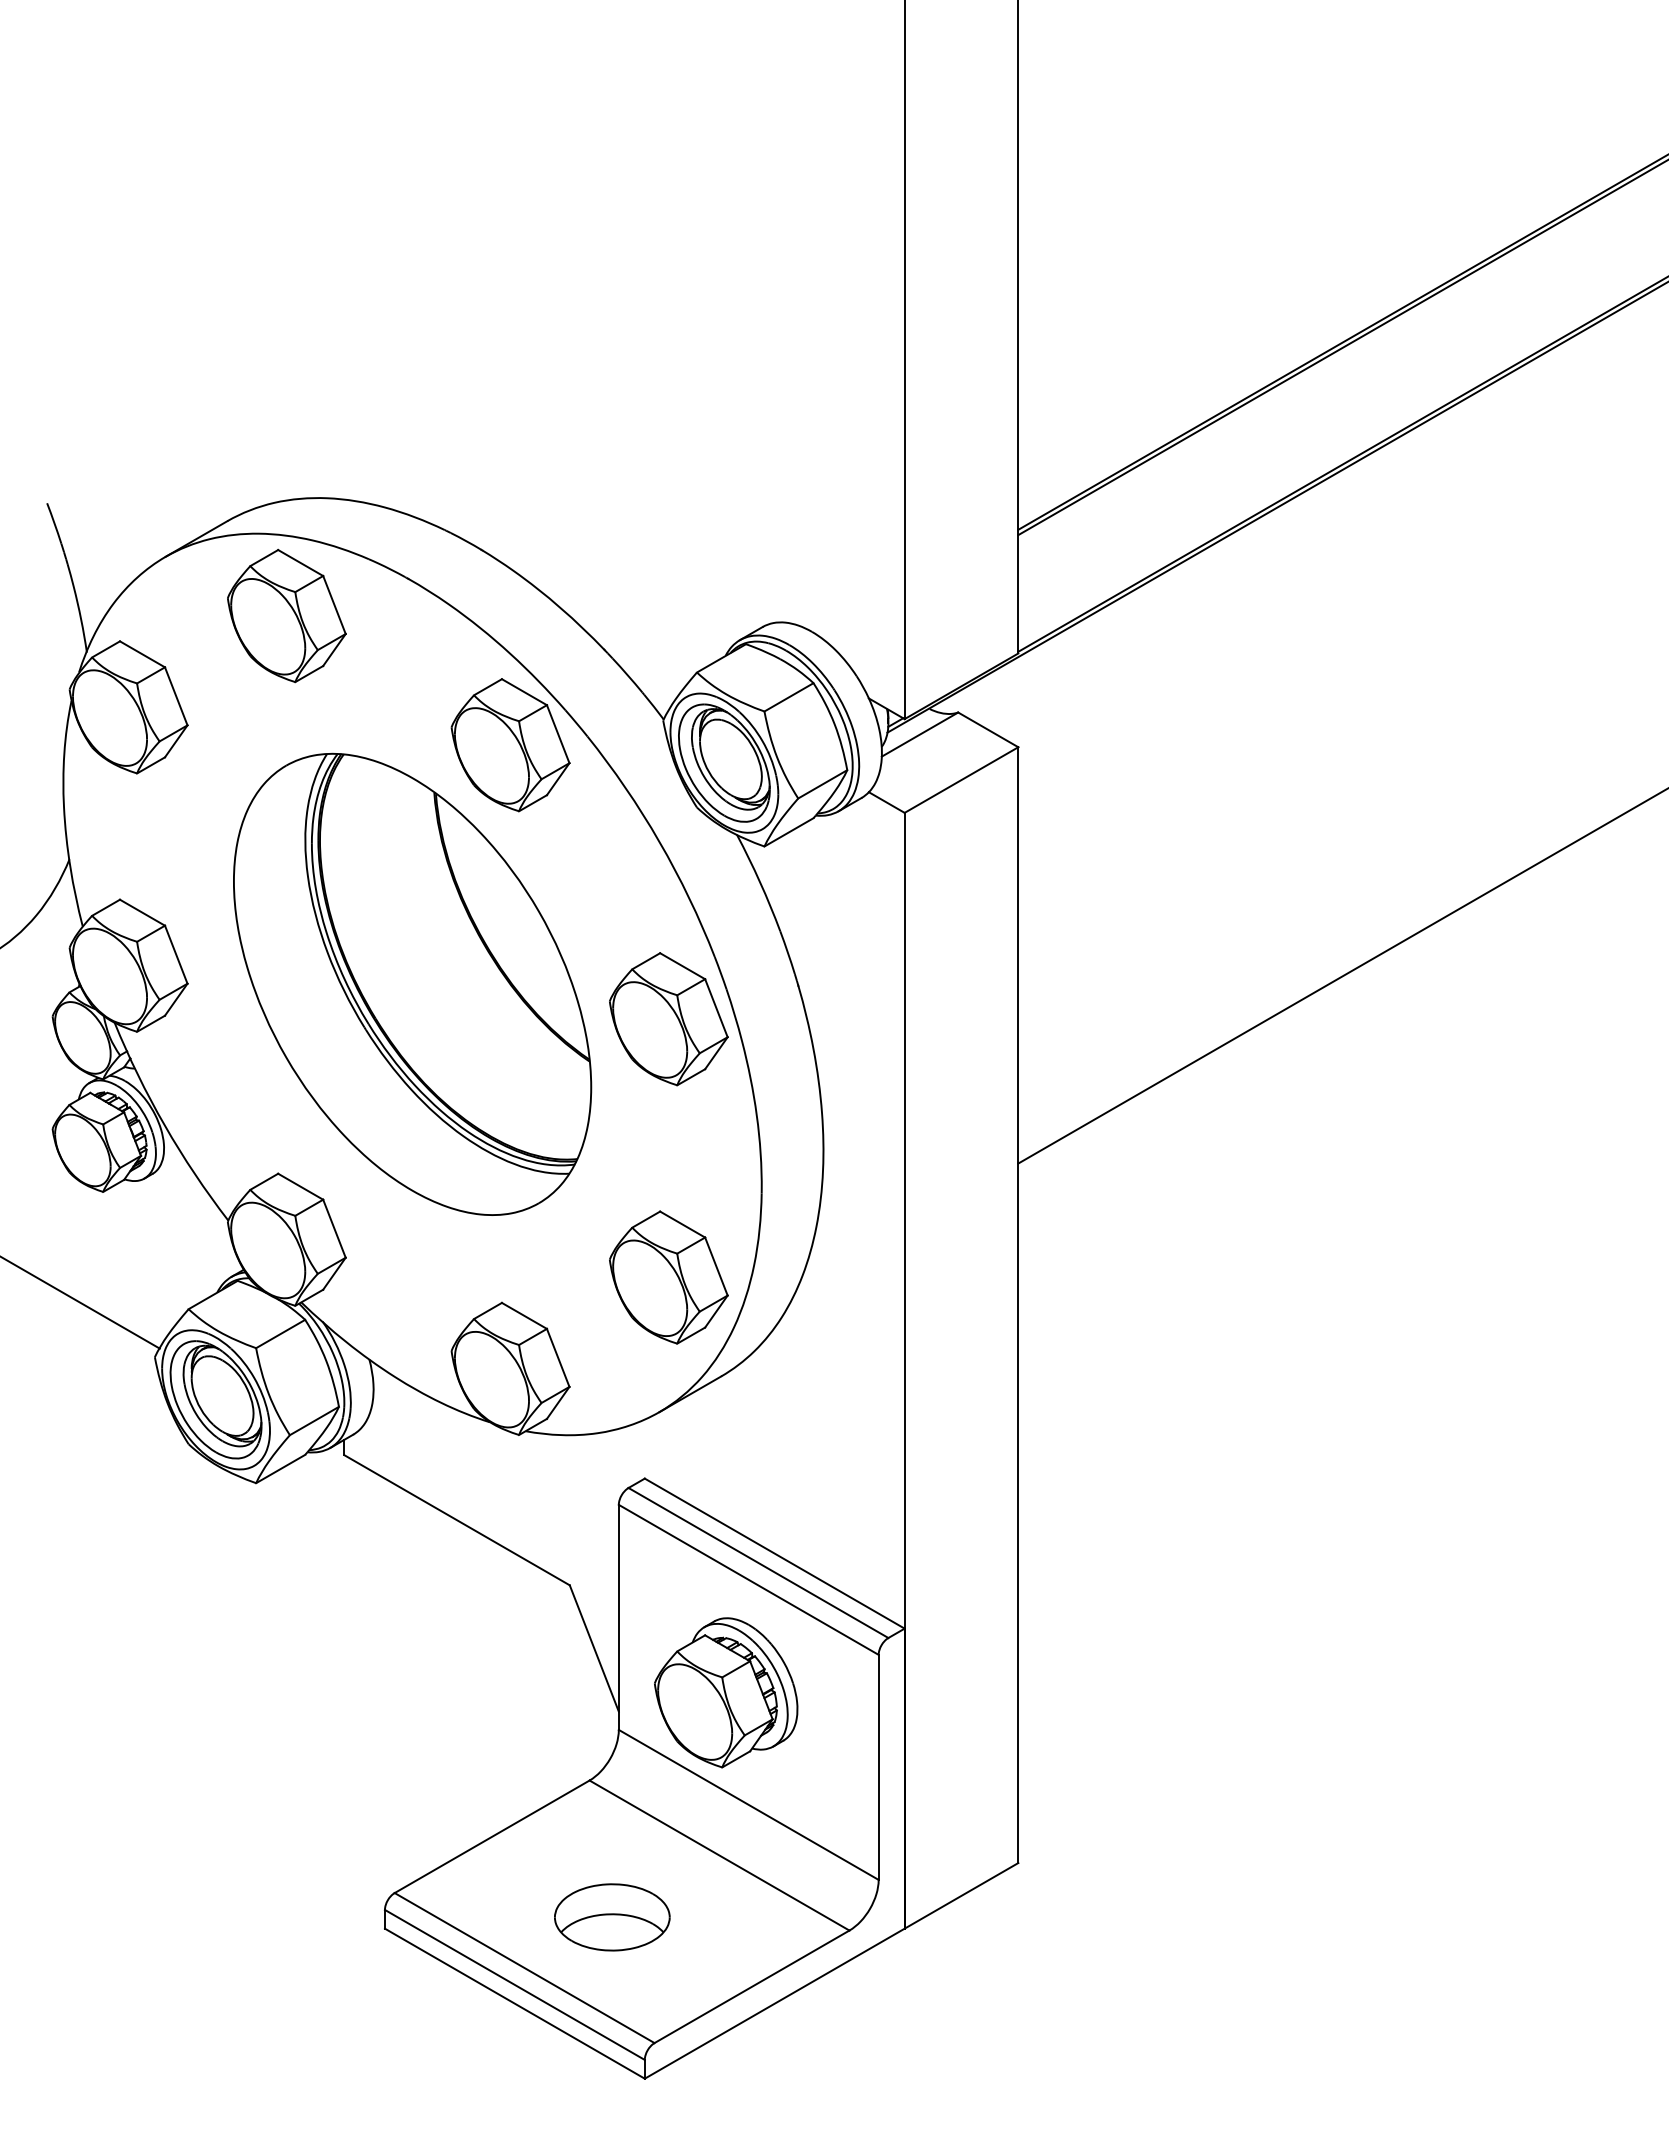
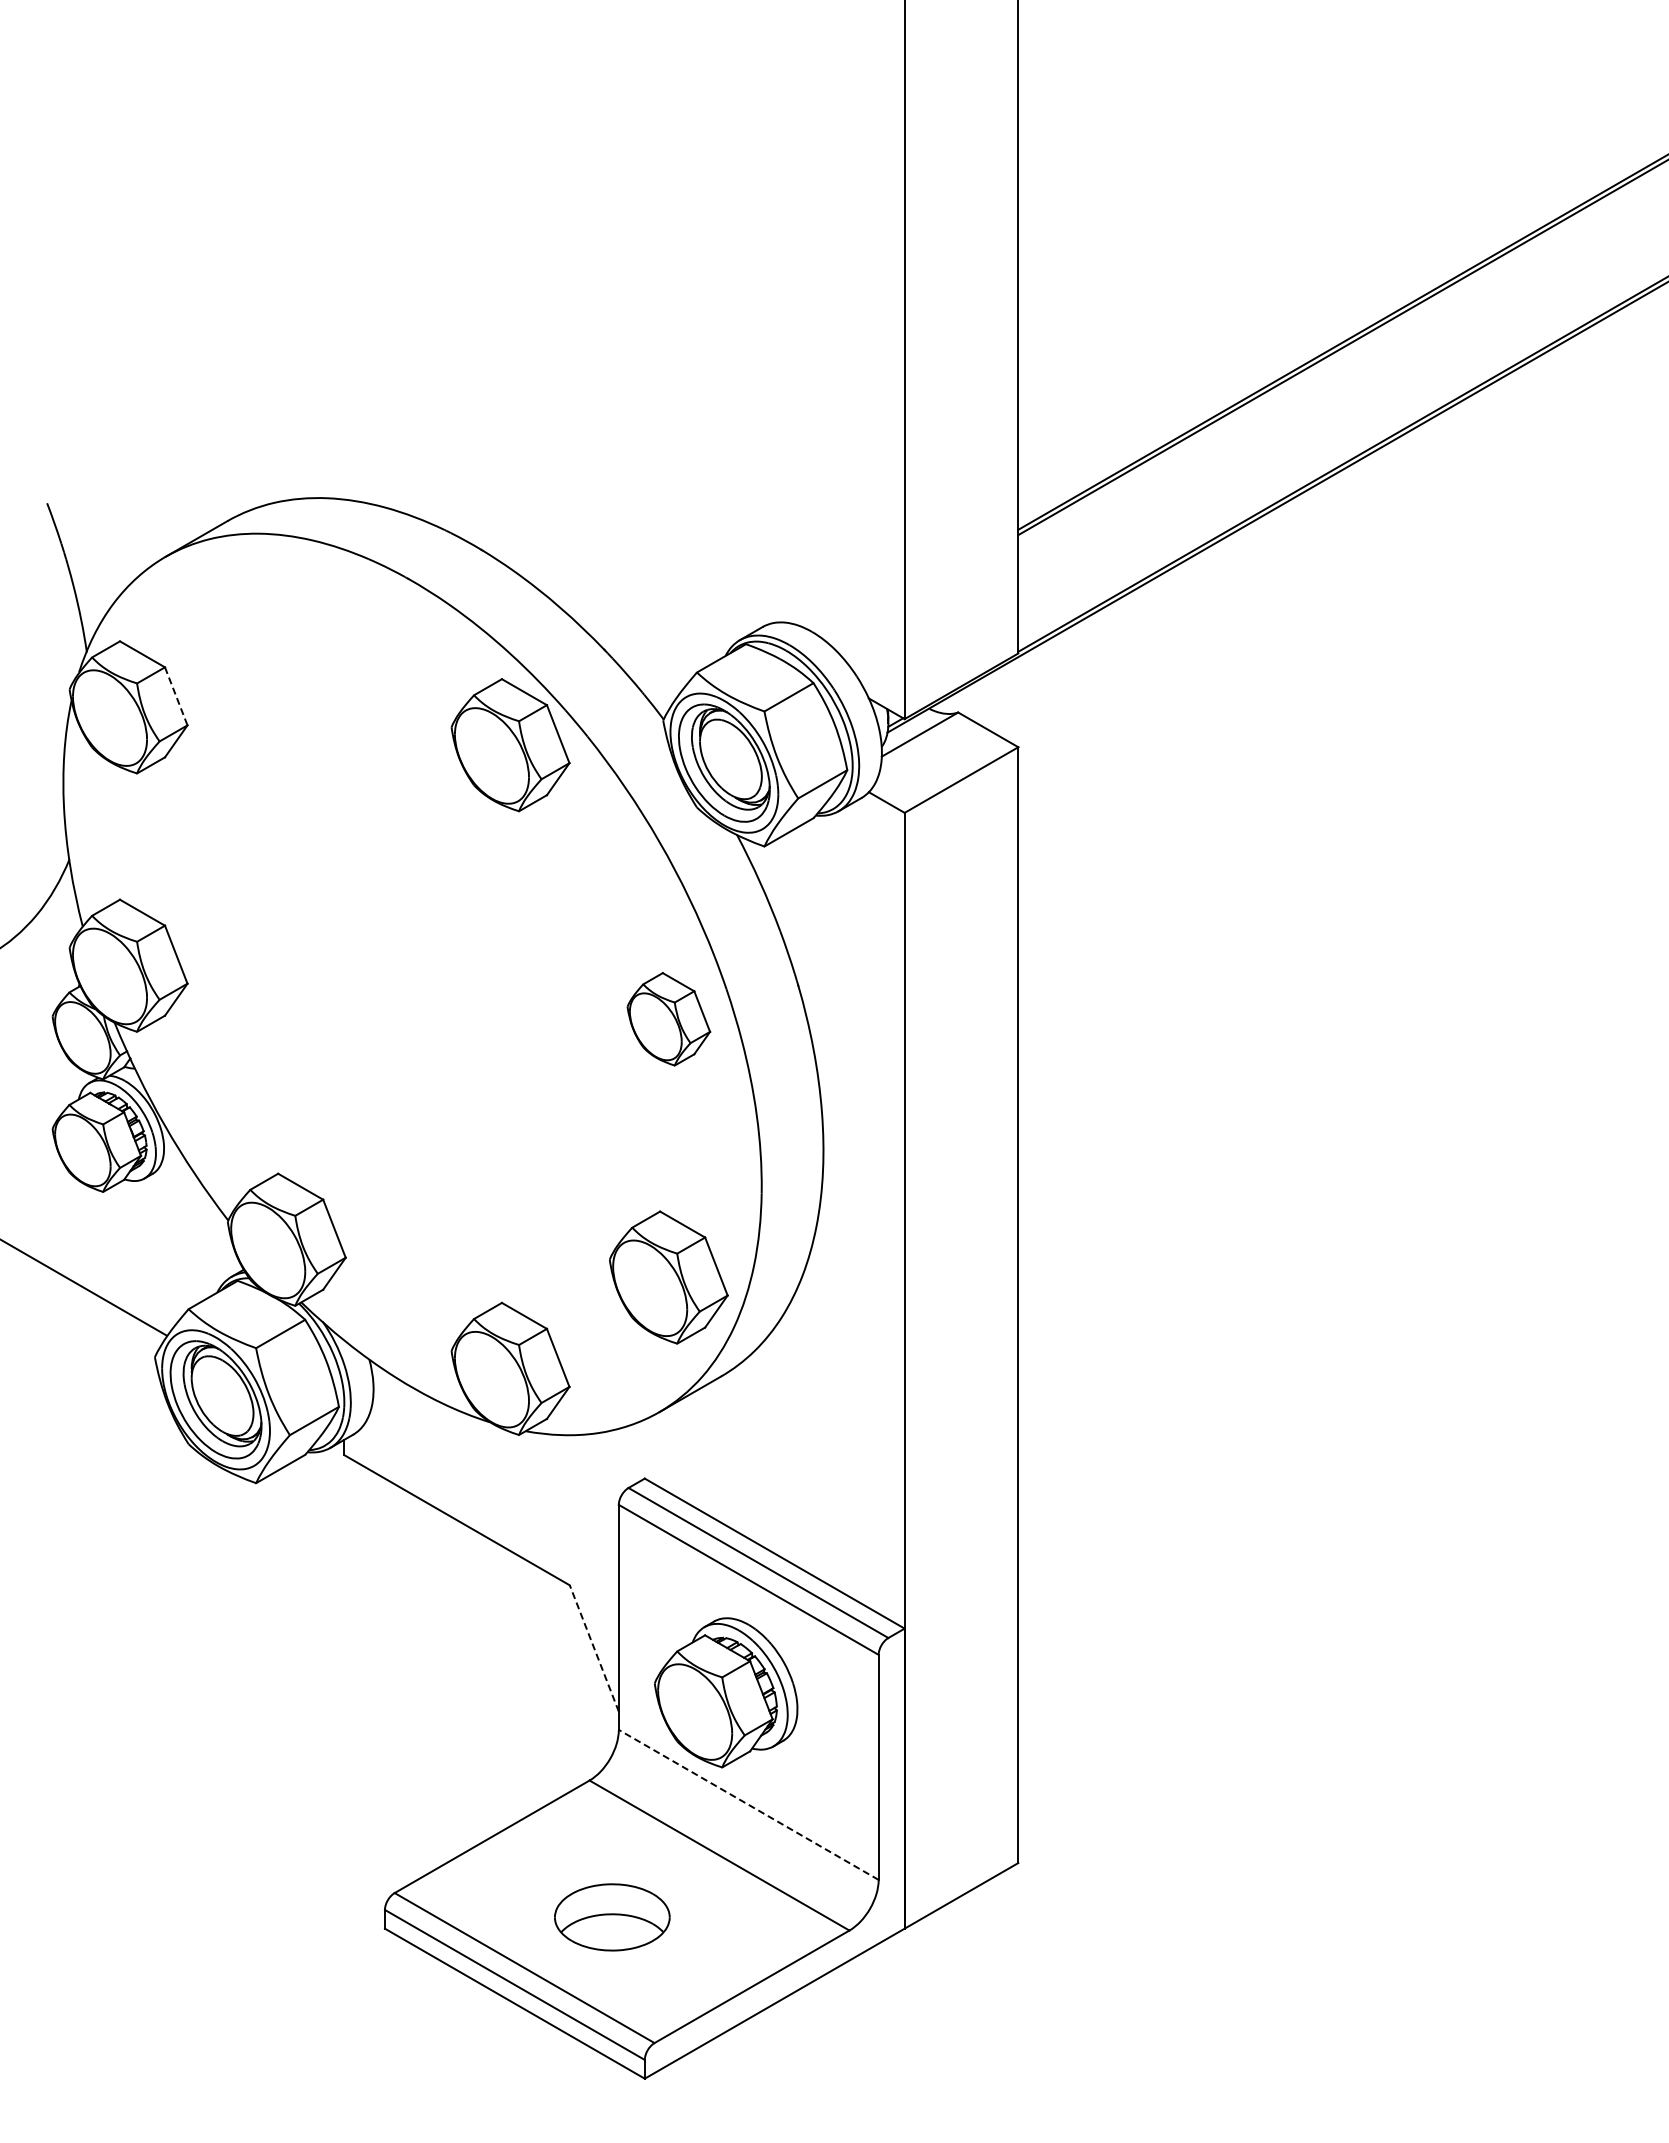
part at (286, 615): present -> none
line at (176, 696): solid -> dashed
line at (1341, 976): present -> none
part at (412, 983): present -> none
part at (668, 1019) size: 120x135 px -> 86x95 px
line at (80, 1302) position: (80, 1302) -> (84, 1287)
line at (594, 1648): solid -> dashed
line at (748, 1804): solid -> dashed
